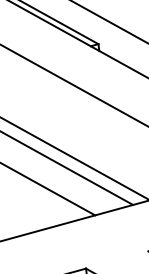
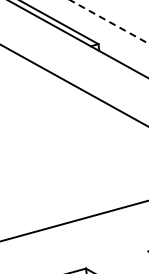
line at (109, 22): solid -> dashed
line at (73, 157): present -> none
line at (67, 168): present -> none
line at (48, 189): present -> none
